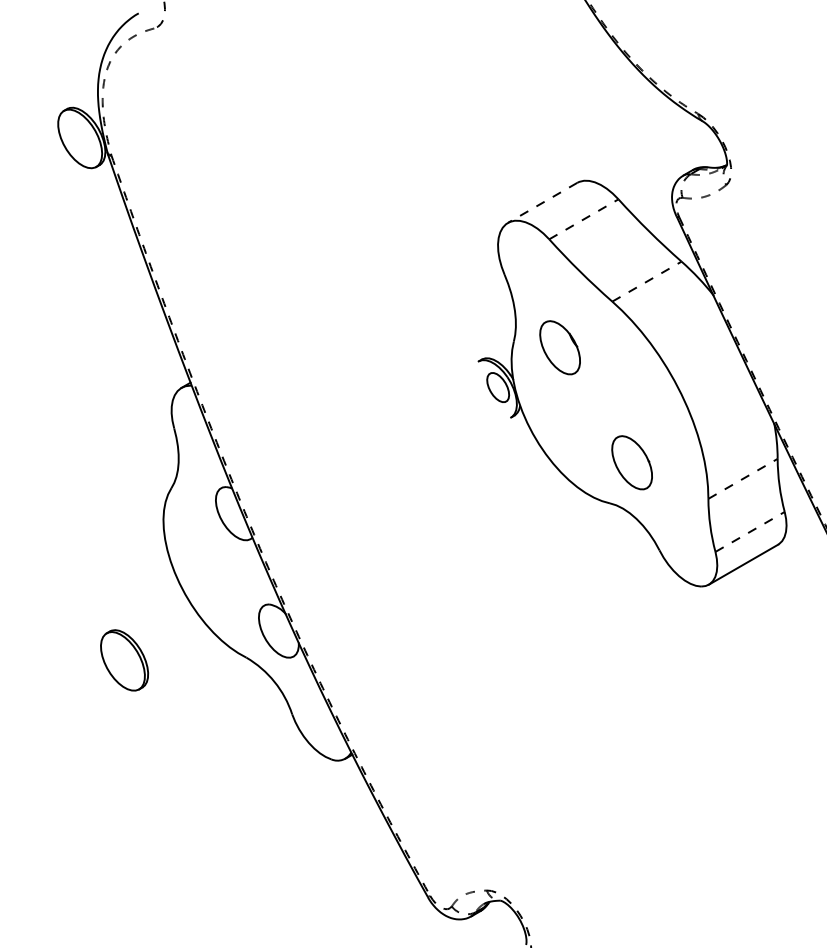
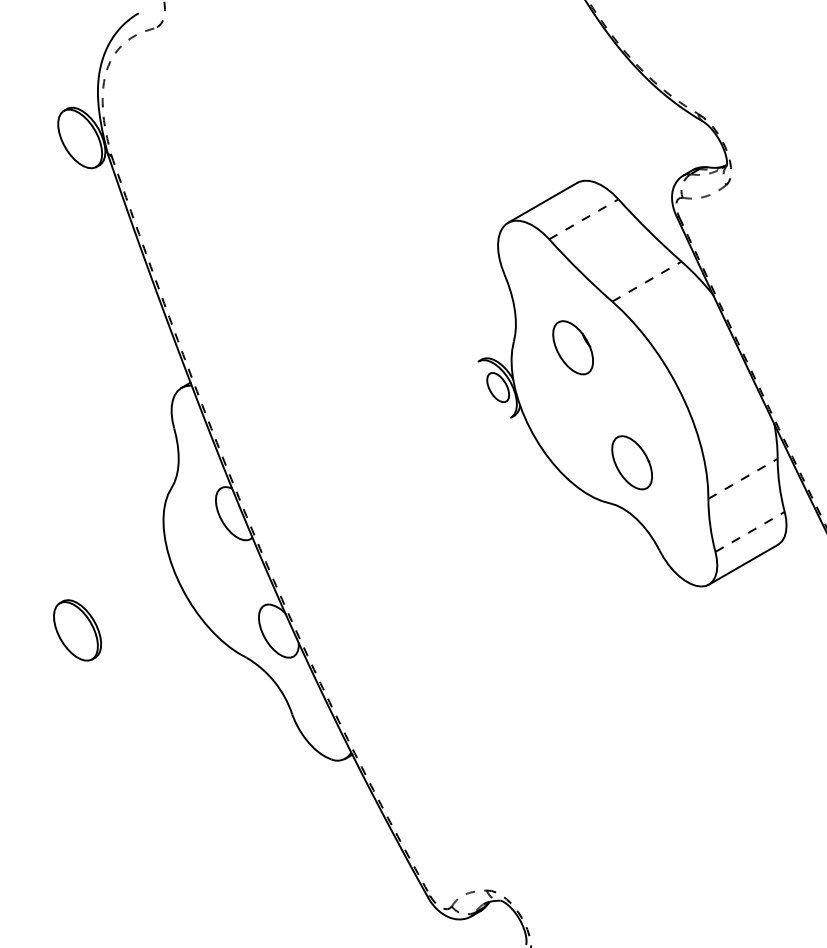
line at (542, 202): dashed -> solid
part at (559, 347) position: (559, 347) -> (572, 347)
part at (124, 660) position: (124, 660) -> (77, 630)
